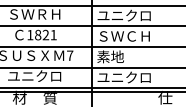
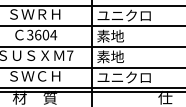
text at (42, 34): 1821 -> 3604
text at (123, 35): ＳＷＣＨ -> 素地
text at (34, 75): ユニクロ -> ＳＷＣＨ
